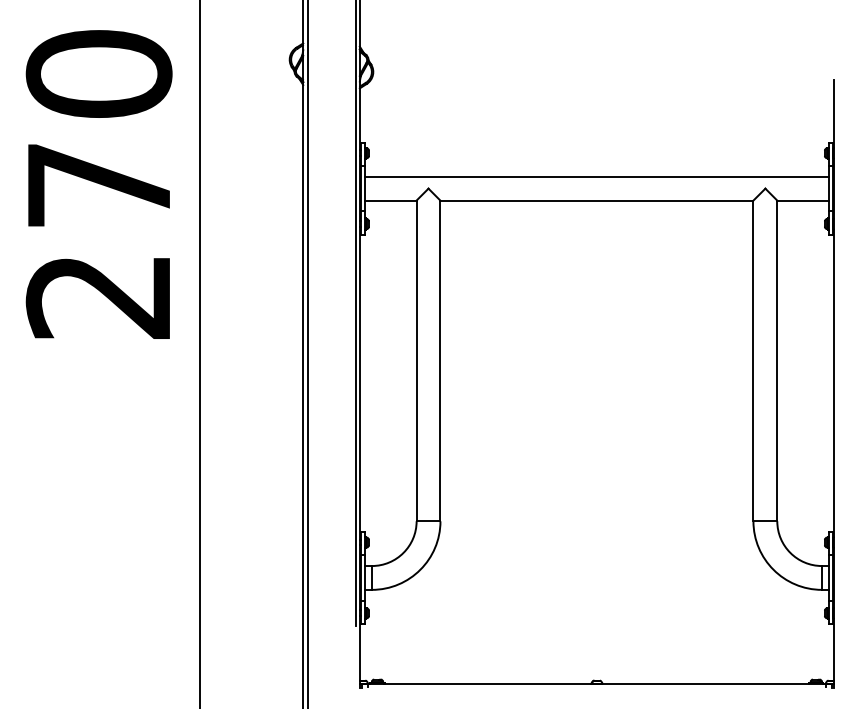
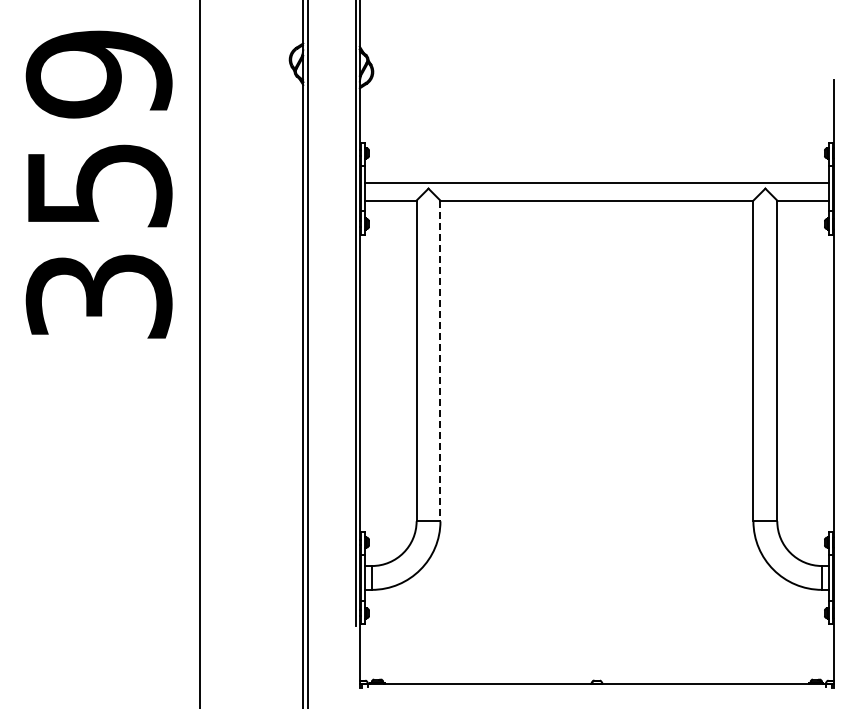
line at (596, 176) position: (596, 176) -> (596, 182)
text at (98, 184): 270 -> 359
line at (440, 361): solid -> dashed
